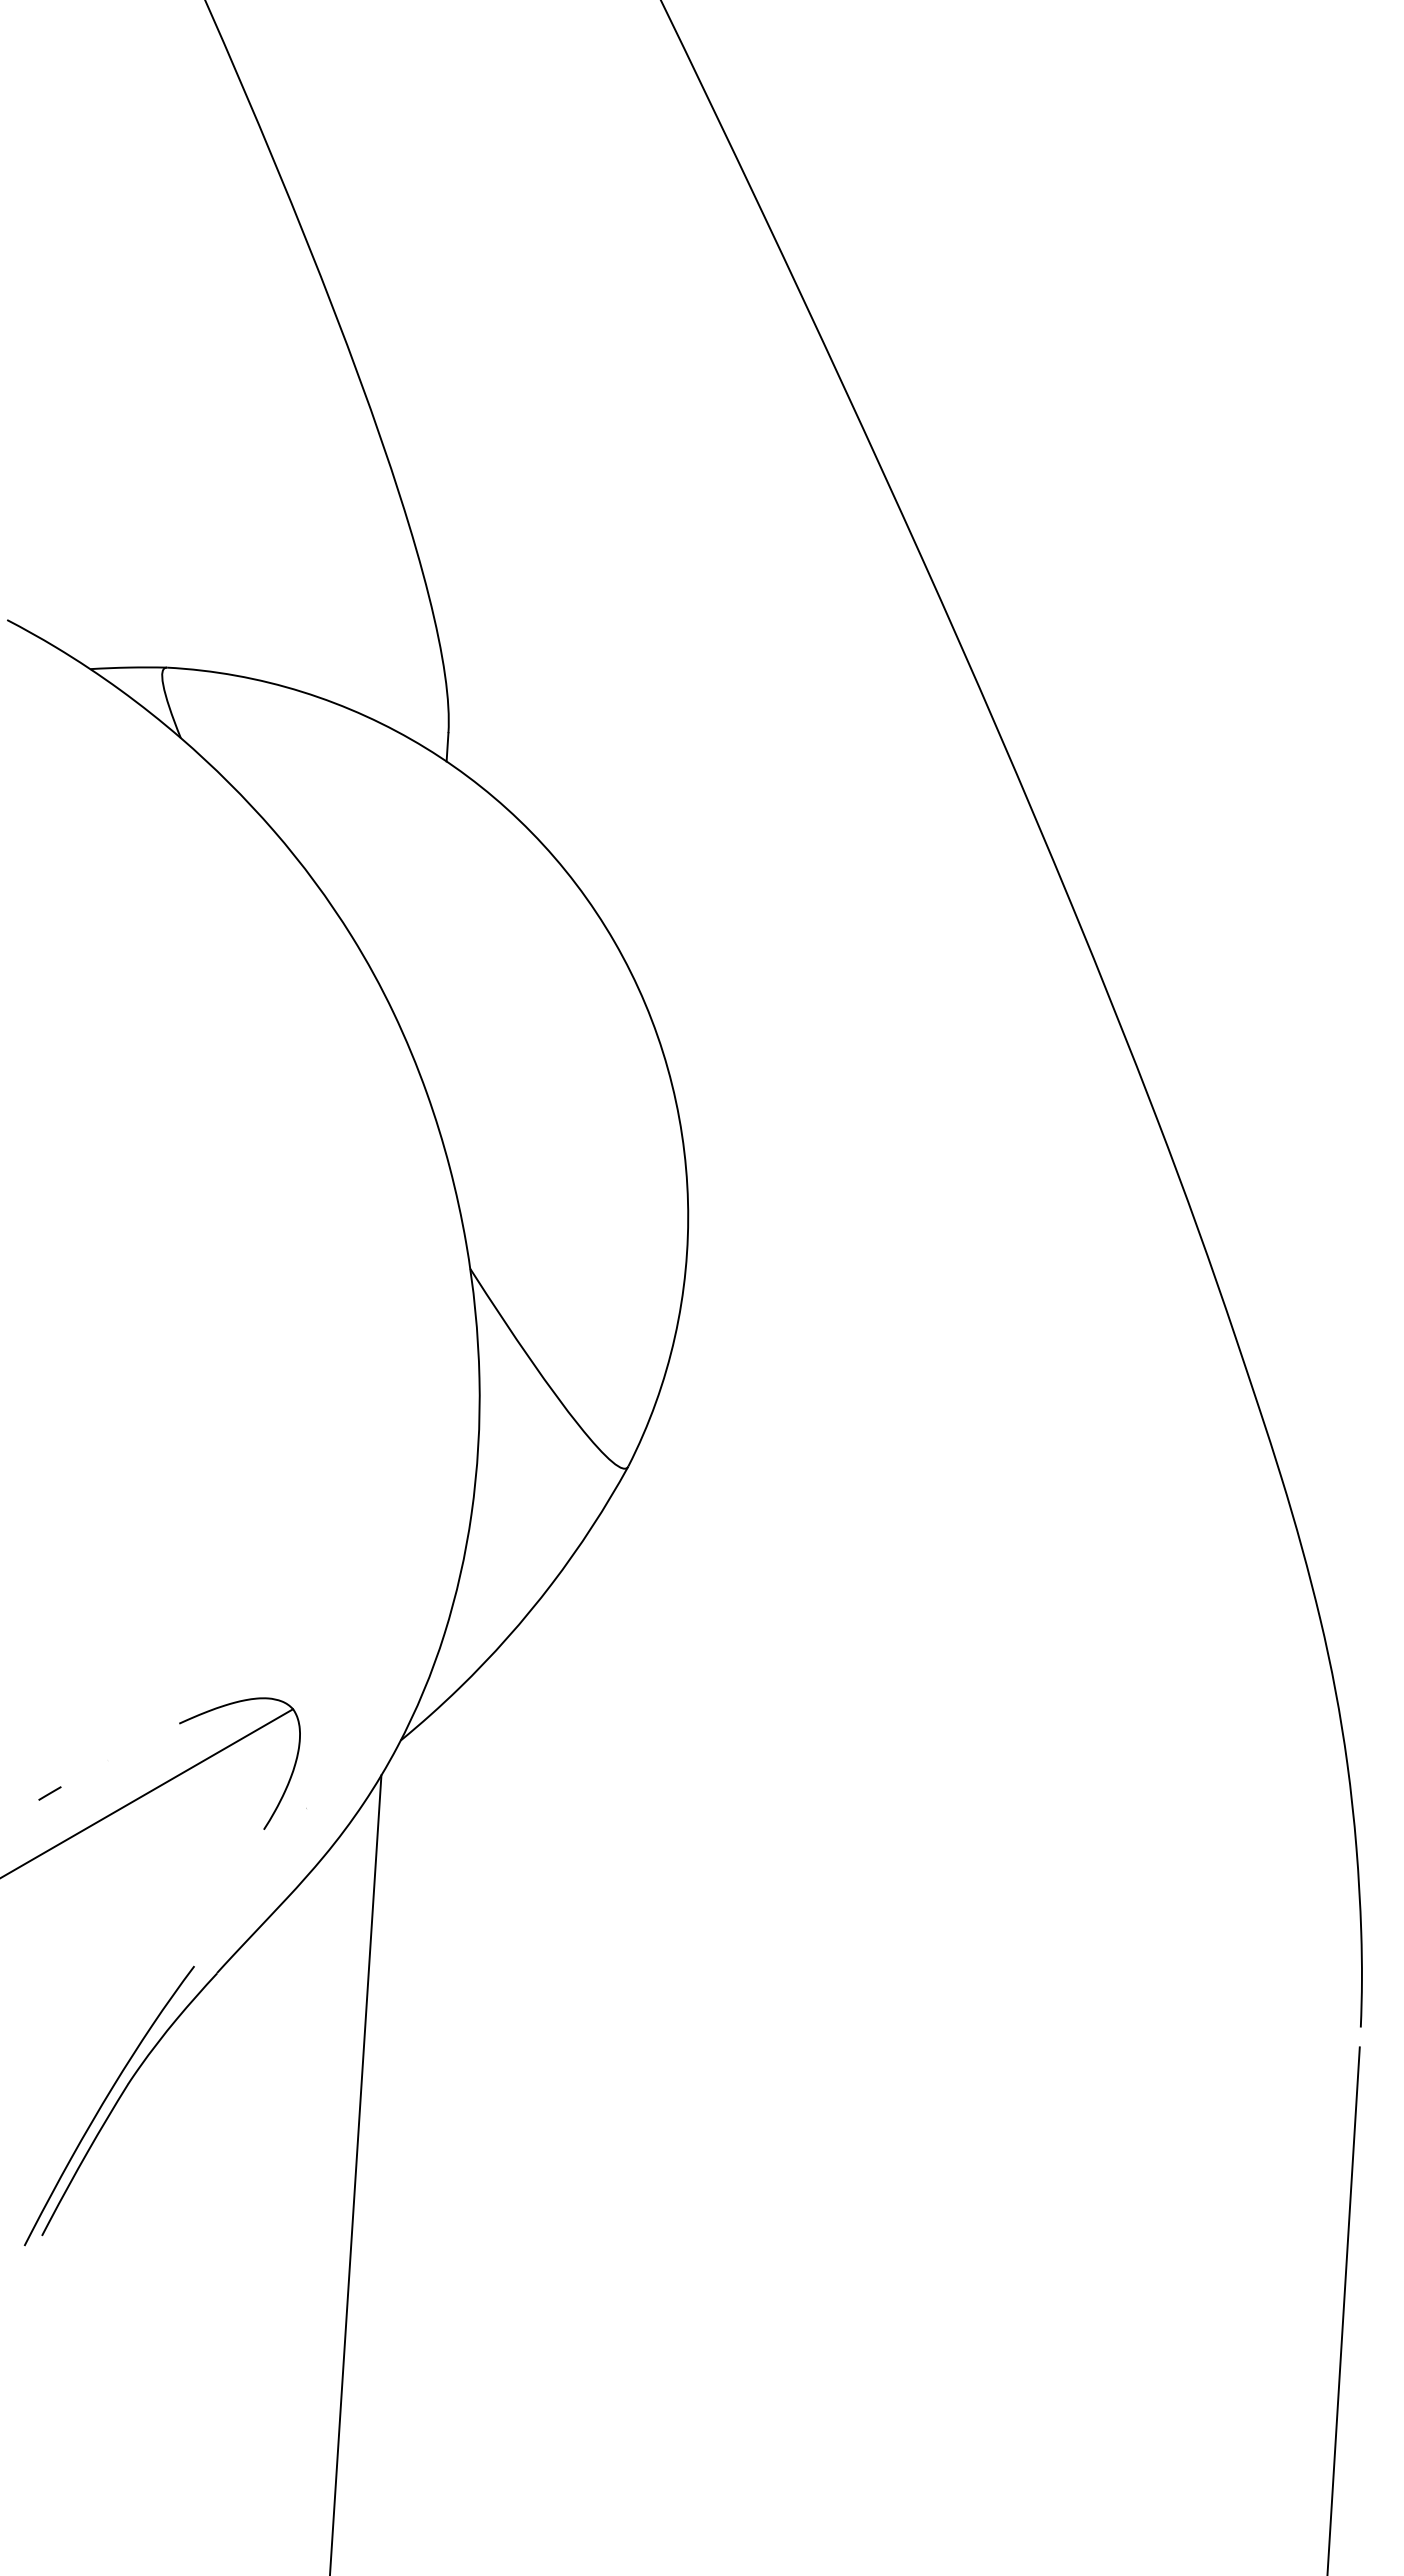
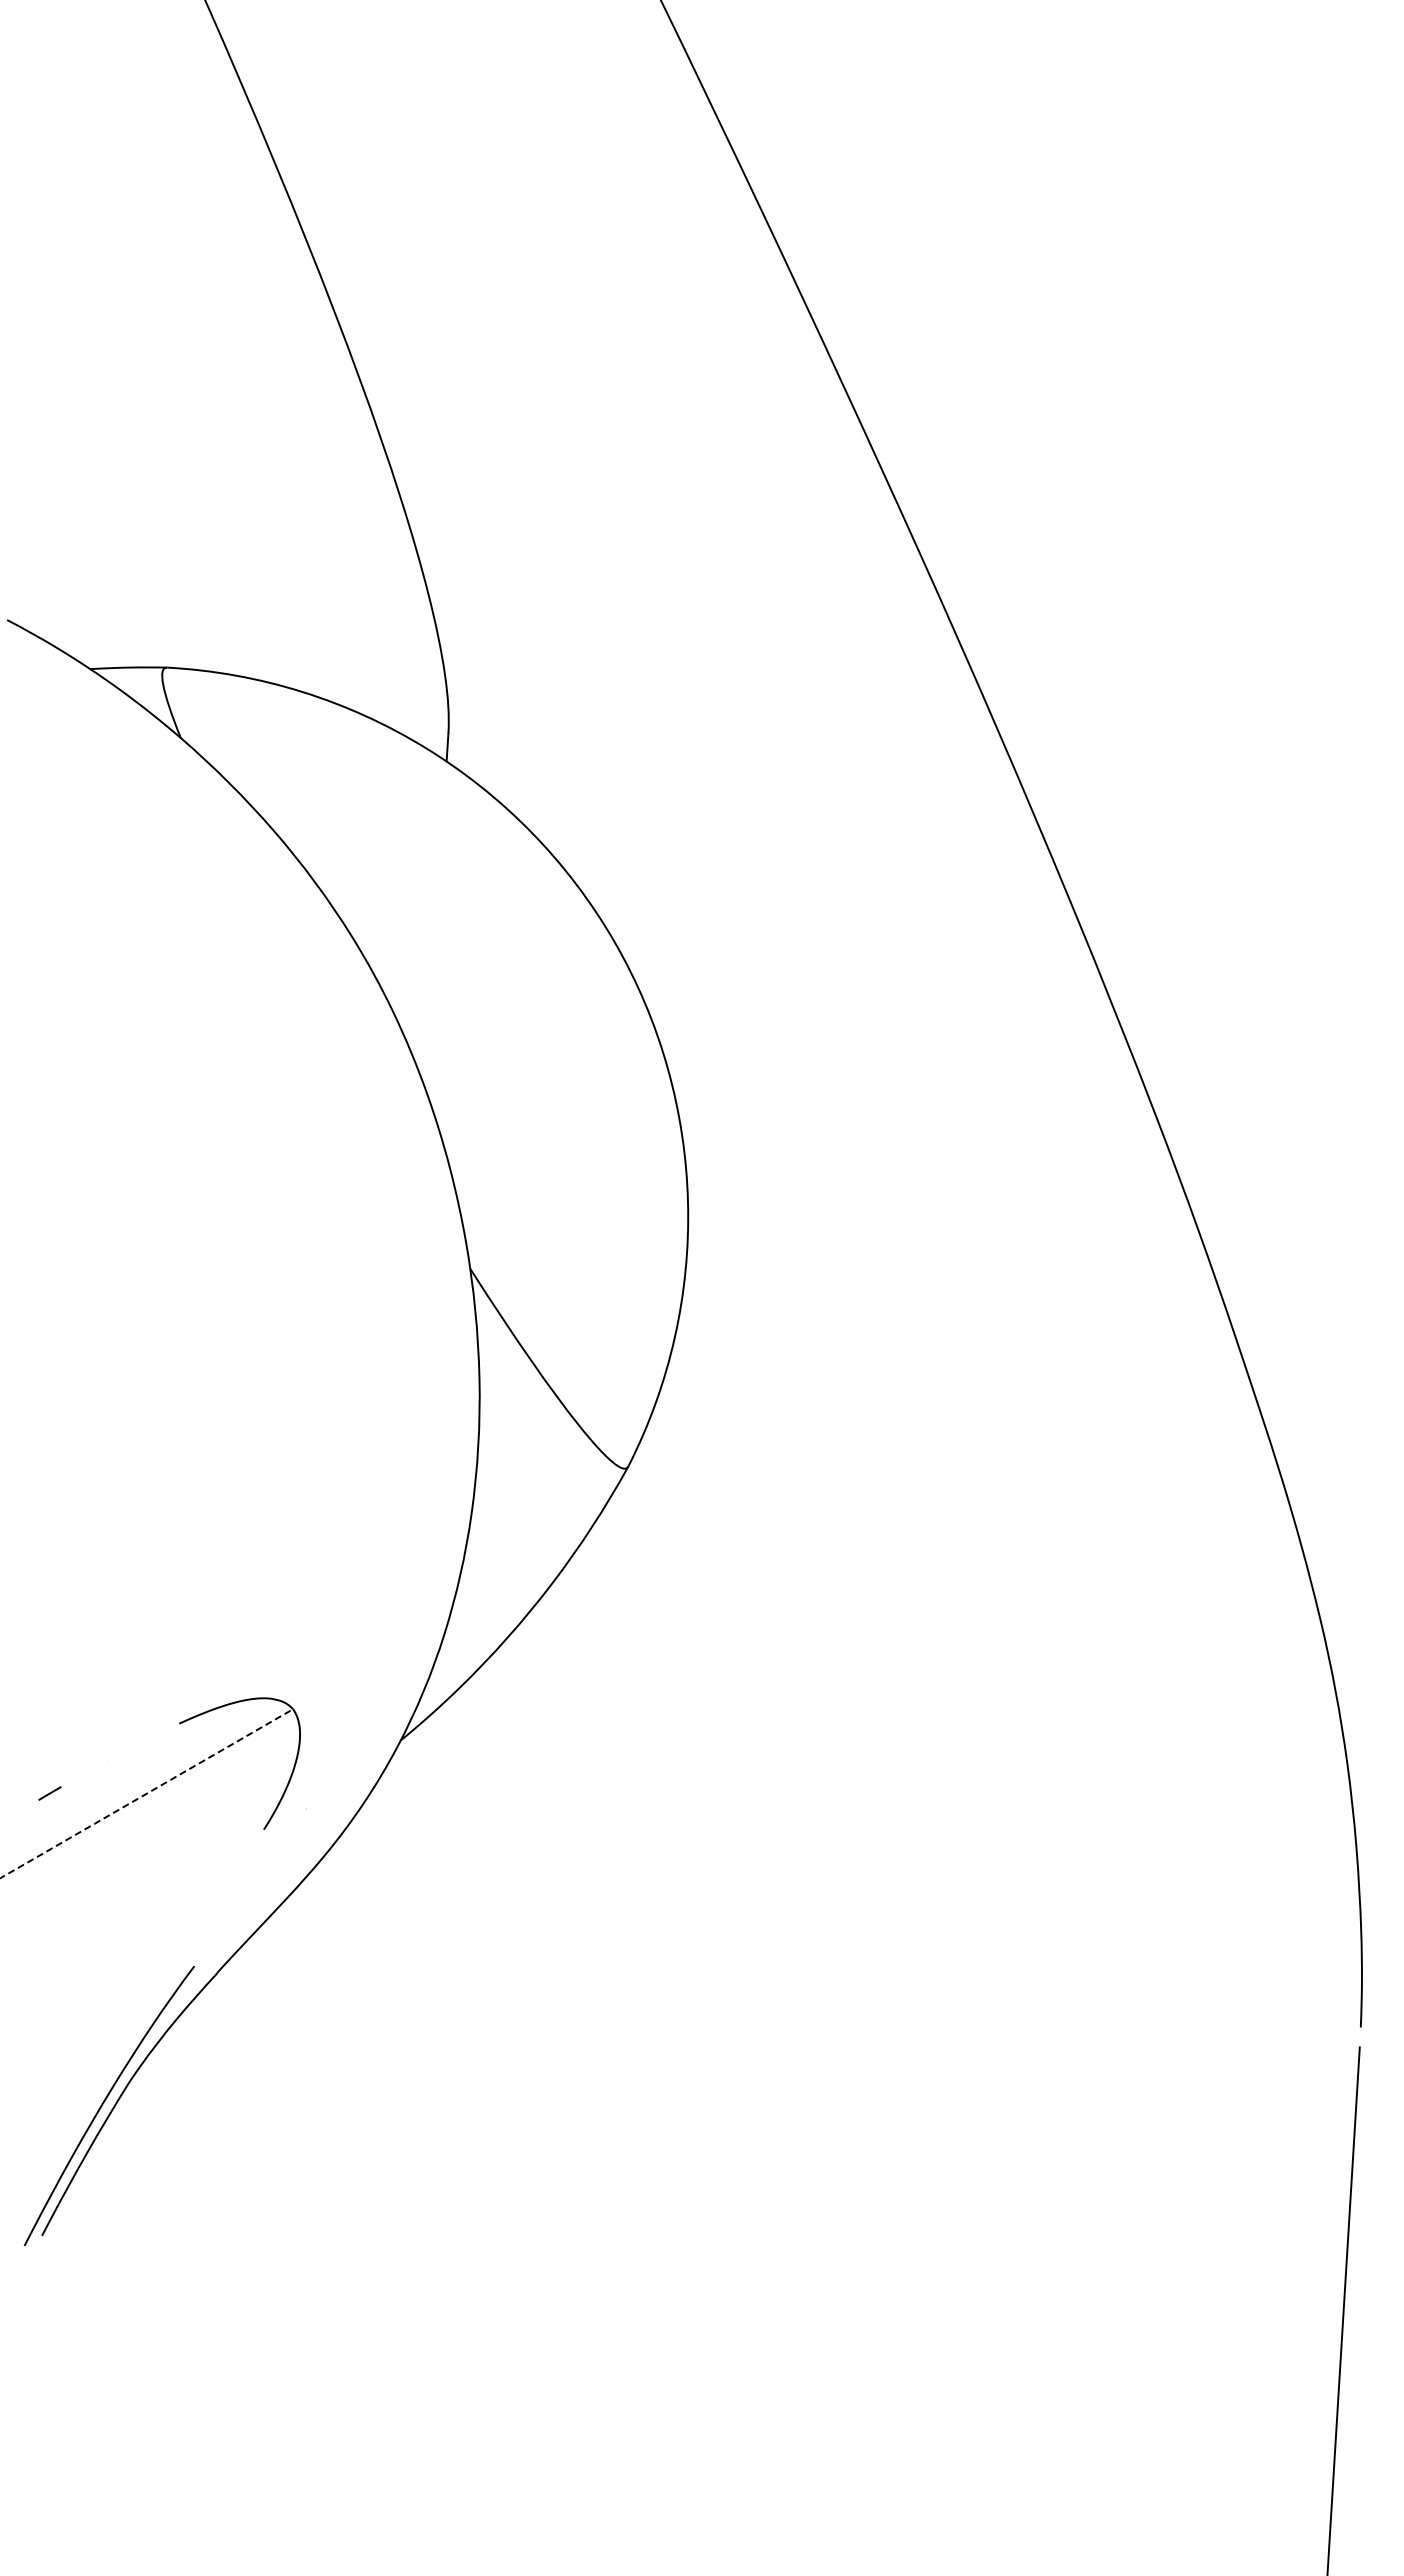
line at (146, 1793): solid -> dashed
line at (355, 2173): present -> none
